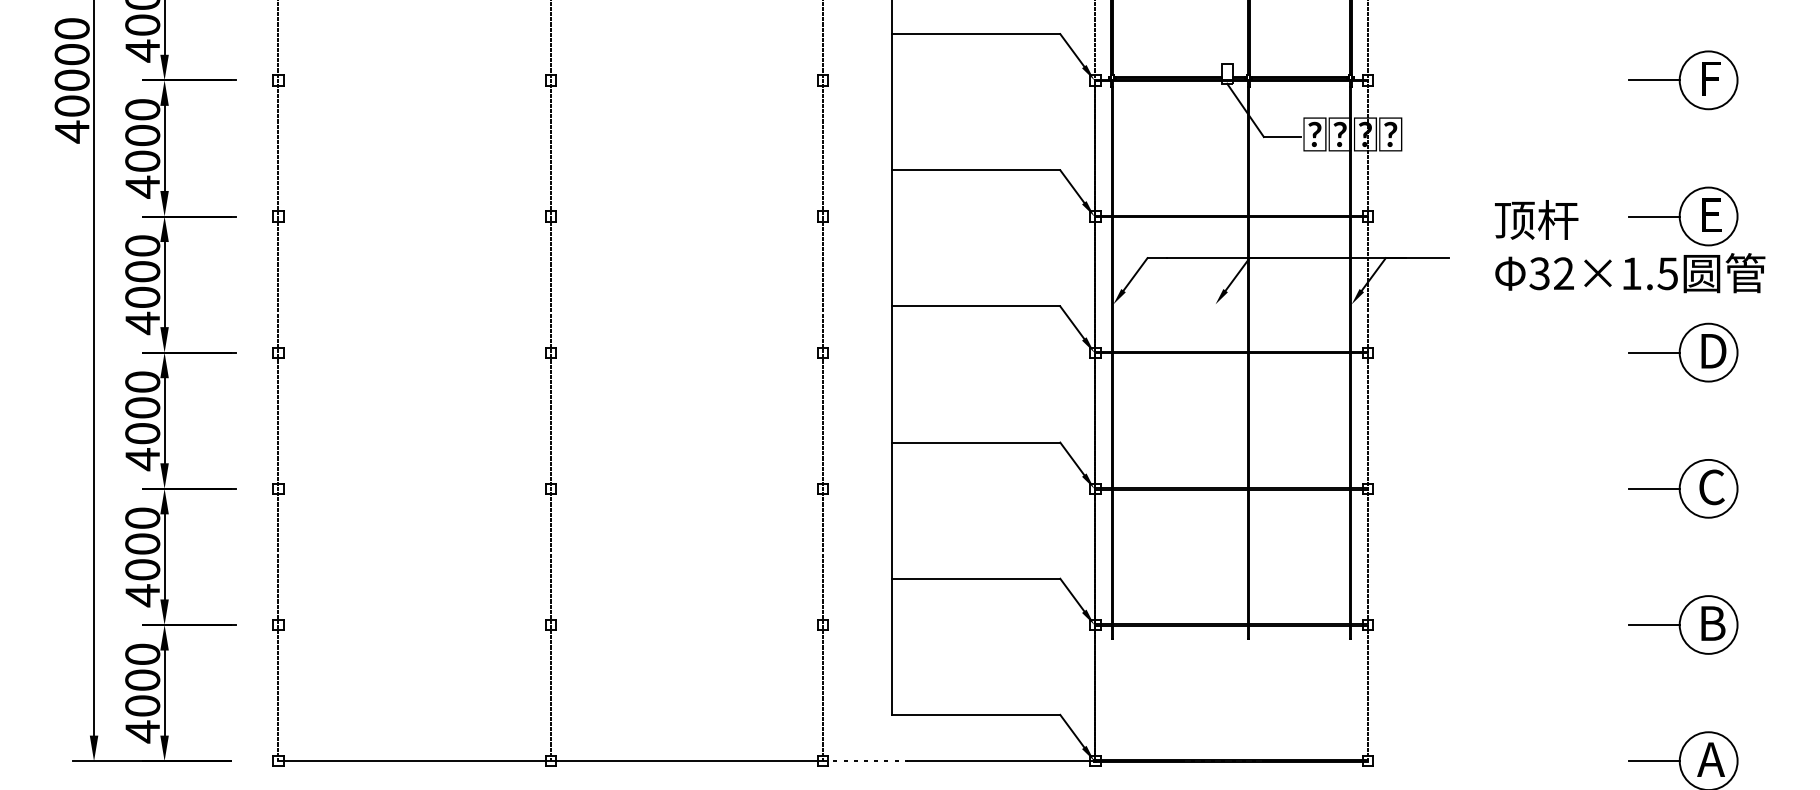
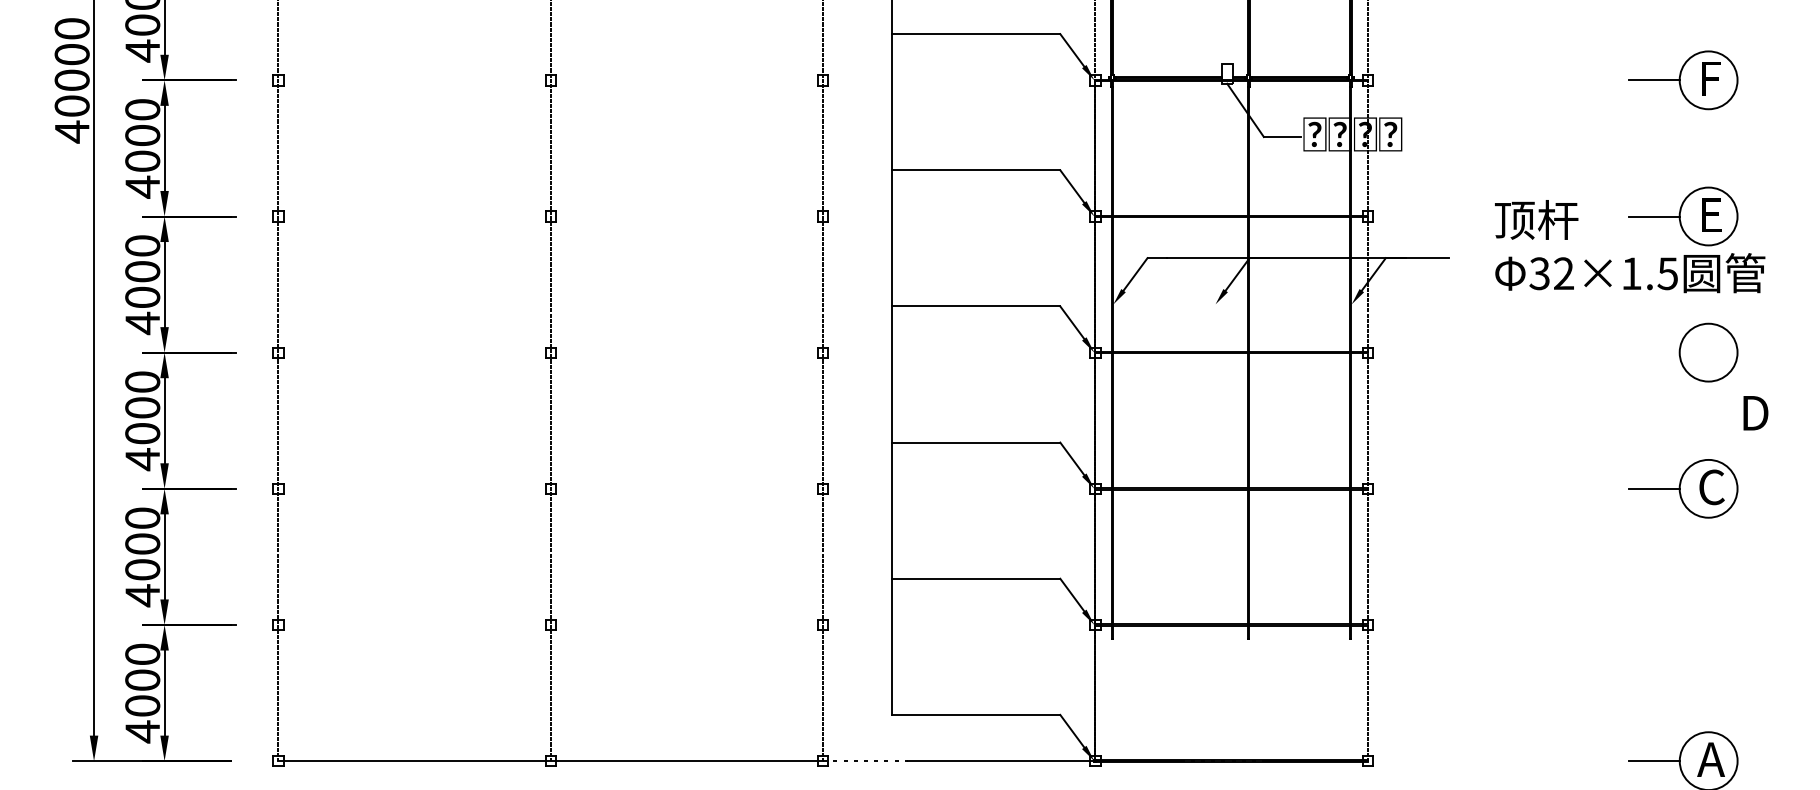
text at (1713, 351) position: (1713, 351) -> (1755, 413)
line at (1653, 352): present -> none
part at (1683, 624): present -> none
